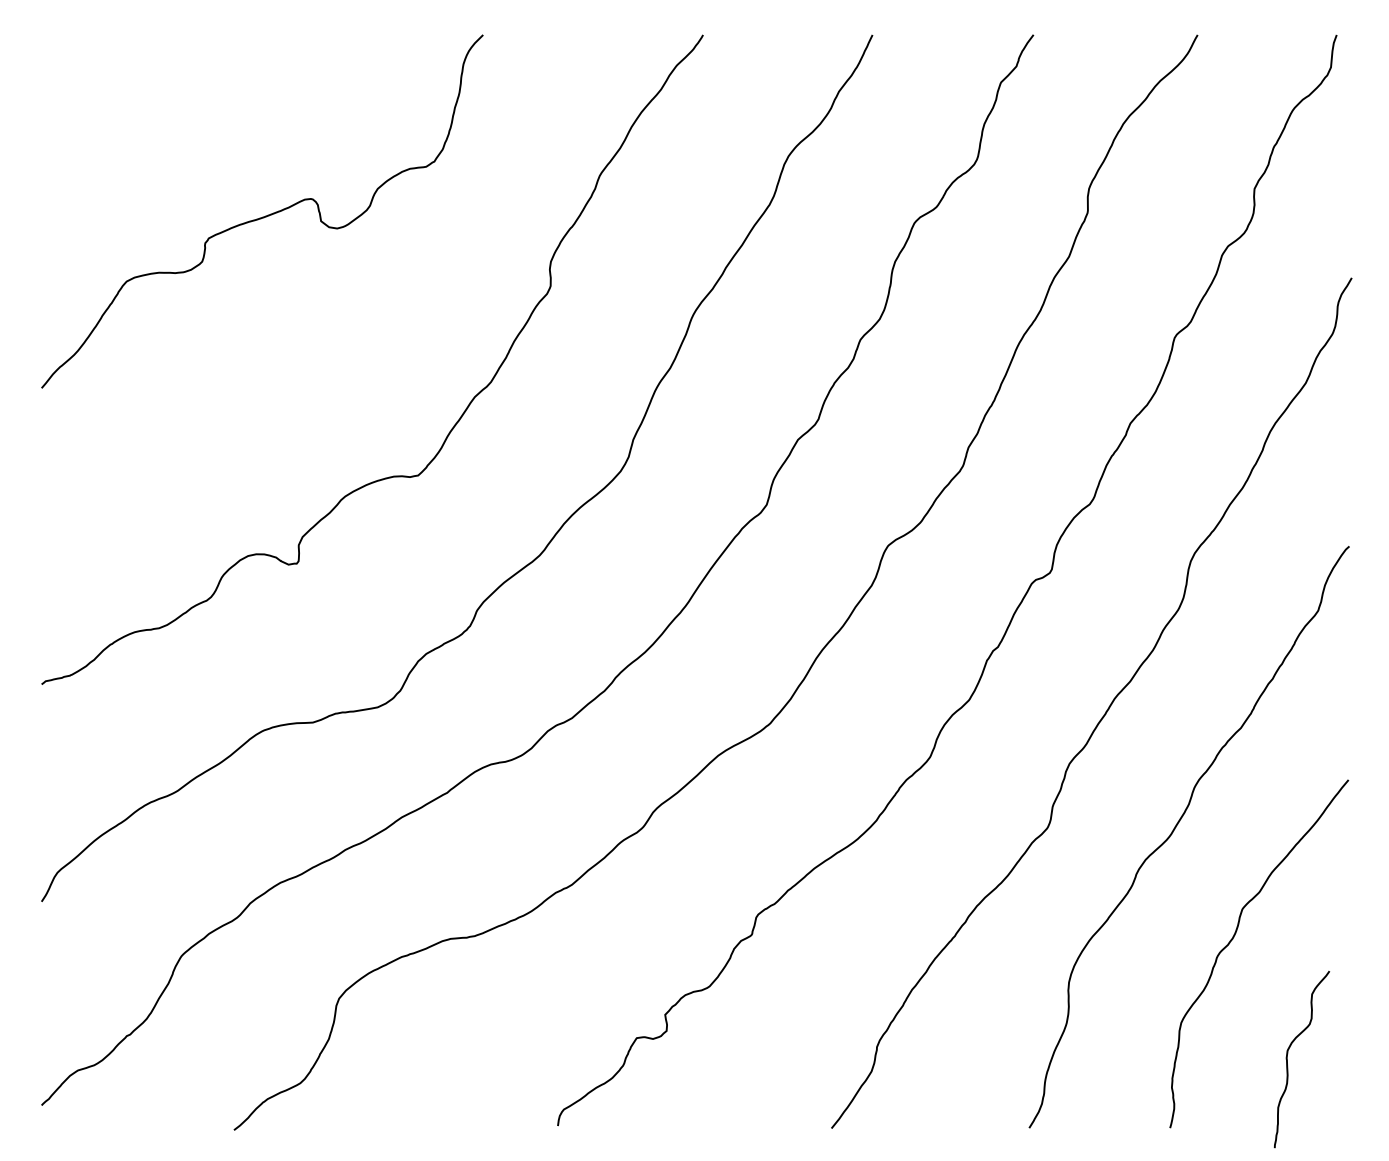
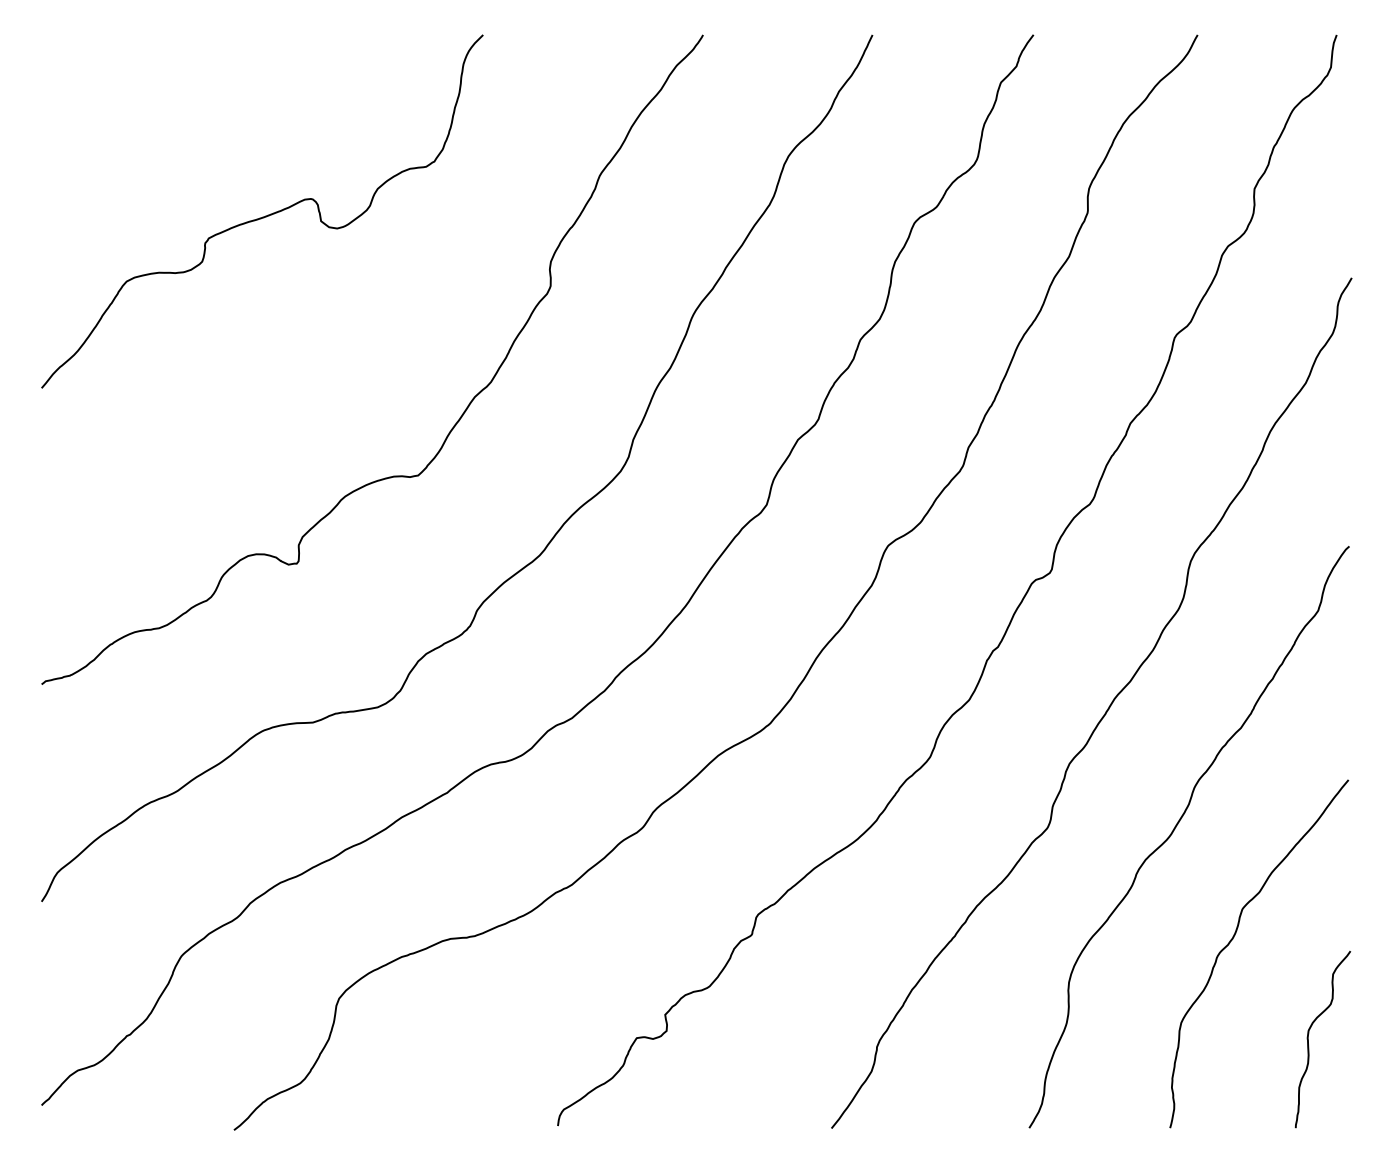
curve at (1287, 1059) position: (1287, 1059) -> (1308, 1039)
